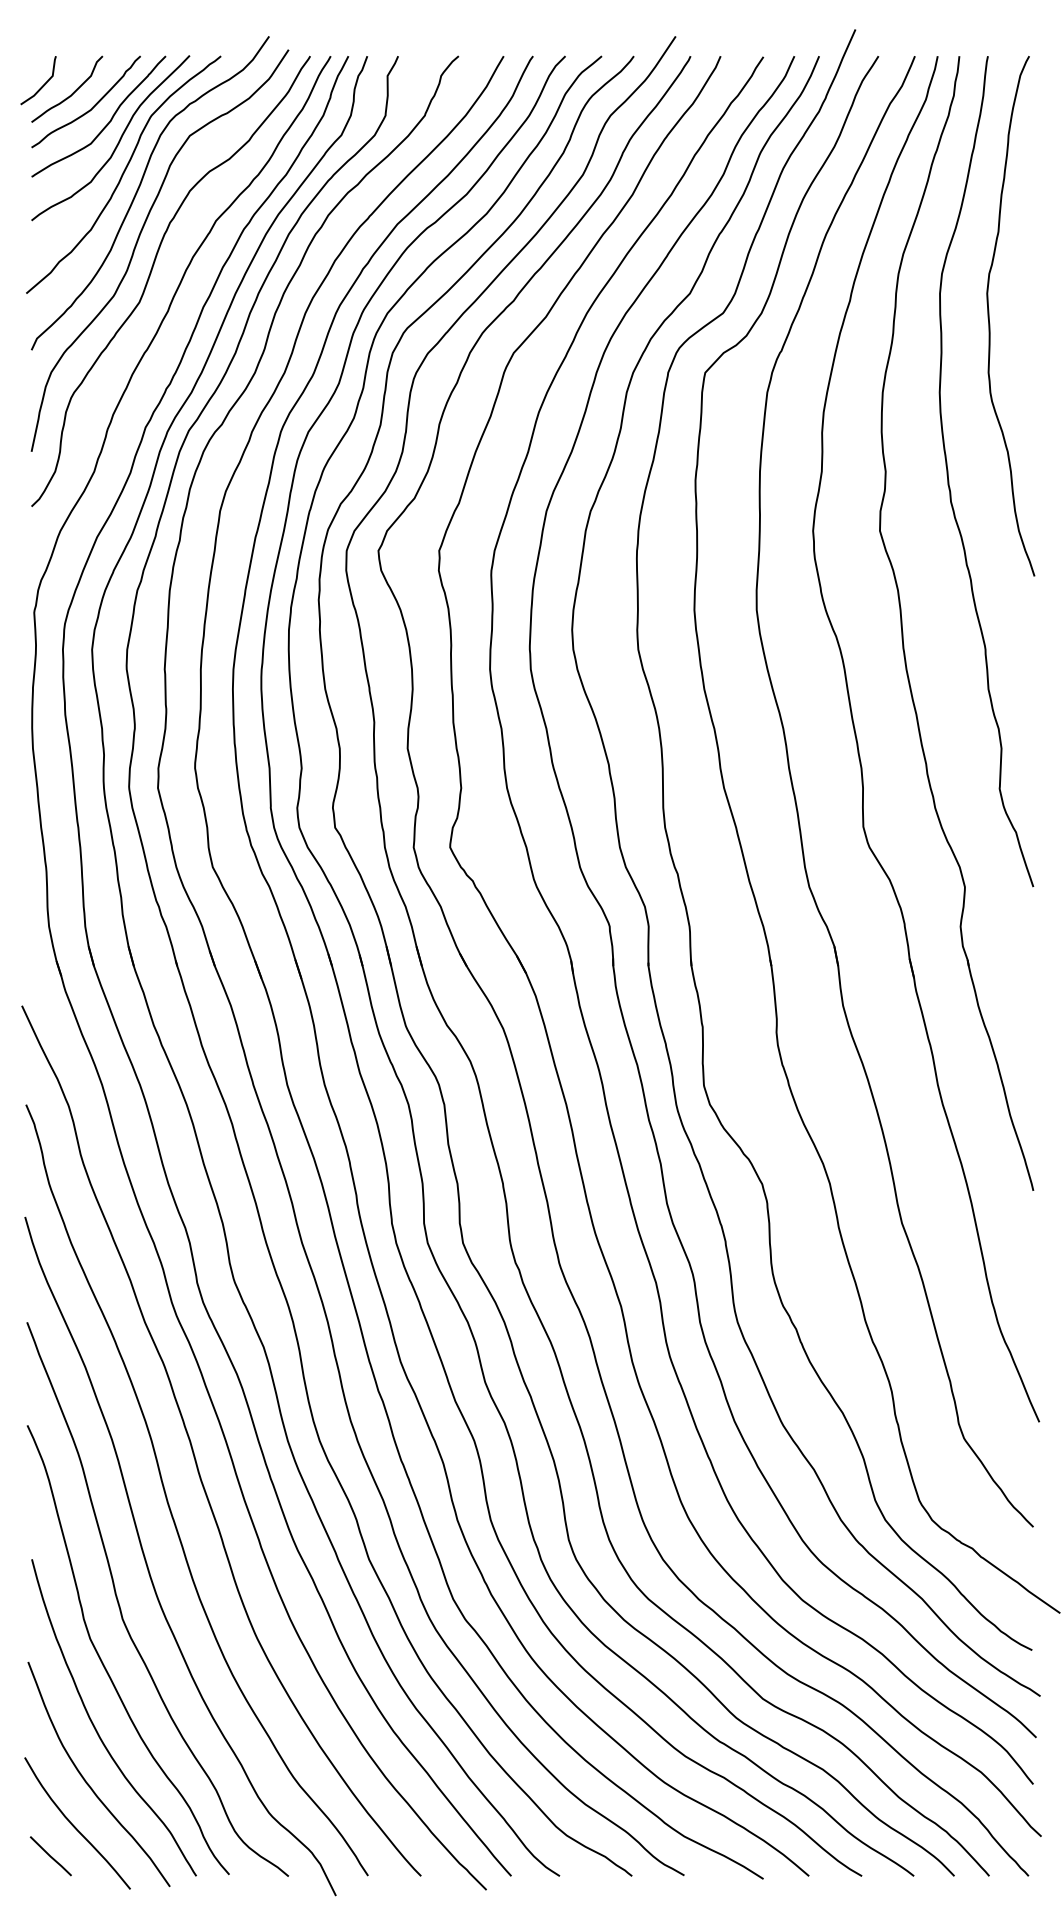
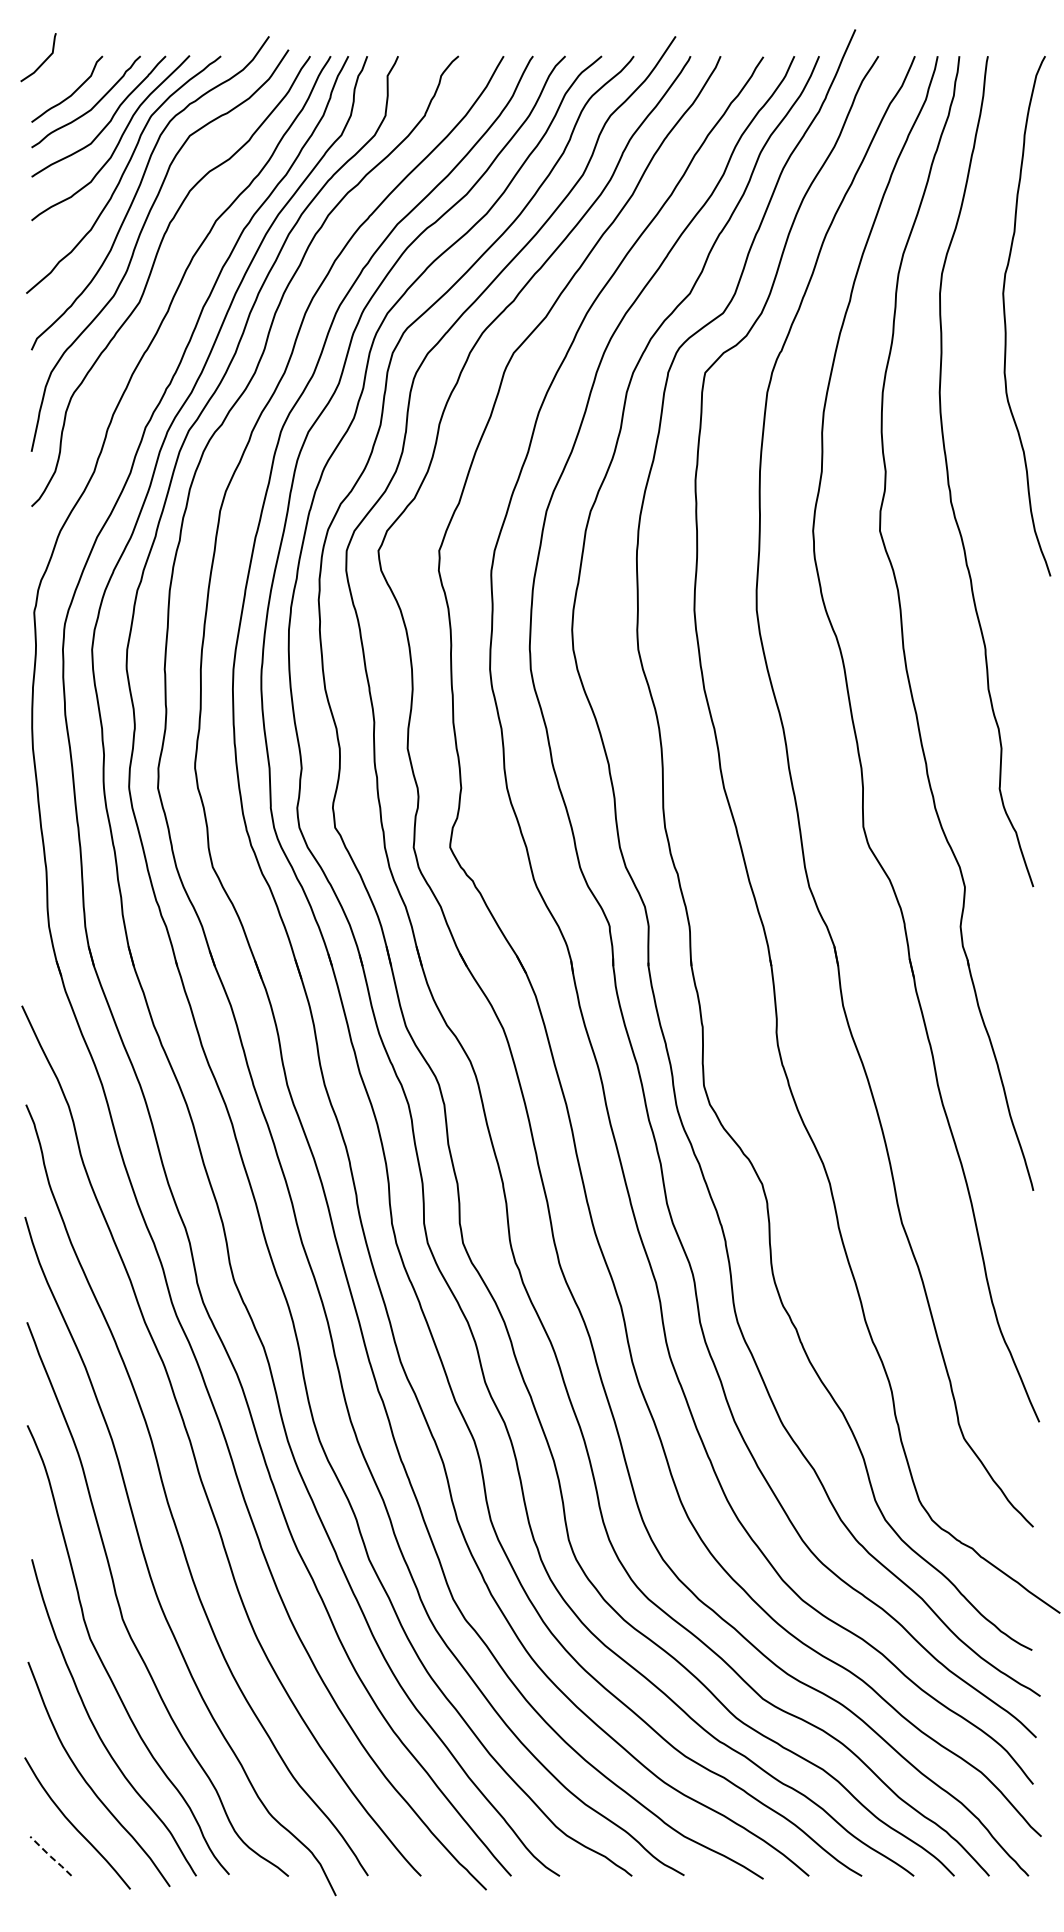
line at (43, 84) position: (43, 84) -> (43, 61)
curve at (989, 316) position: (989, 316) -> (1005, 316)
line at (50, 1856): solid -> dashed
